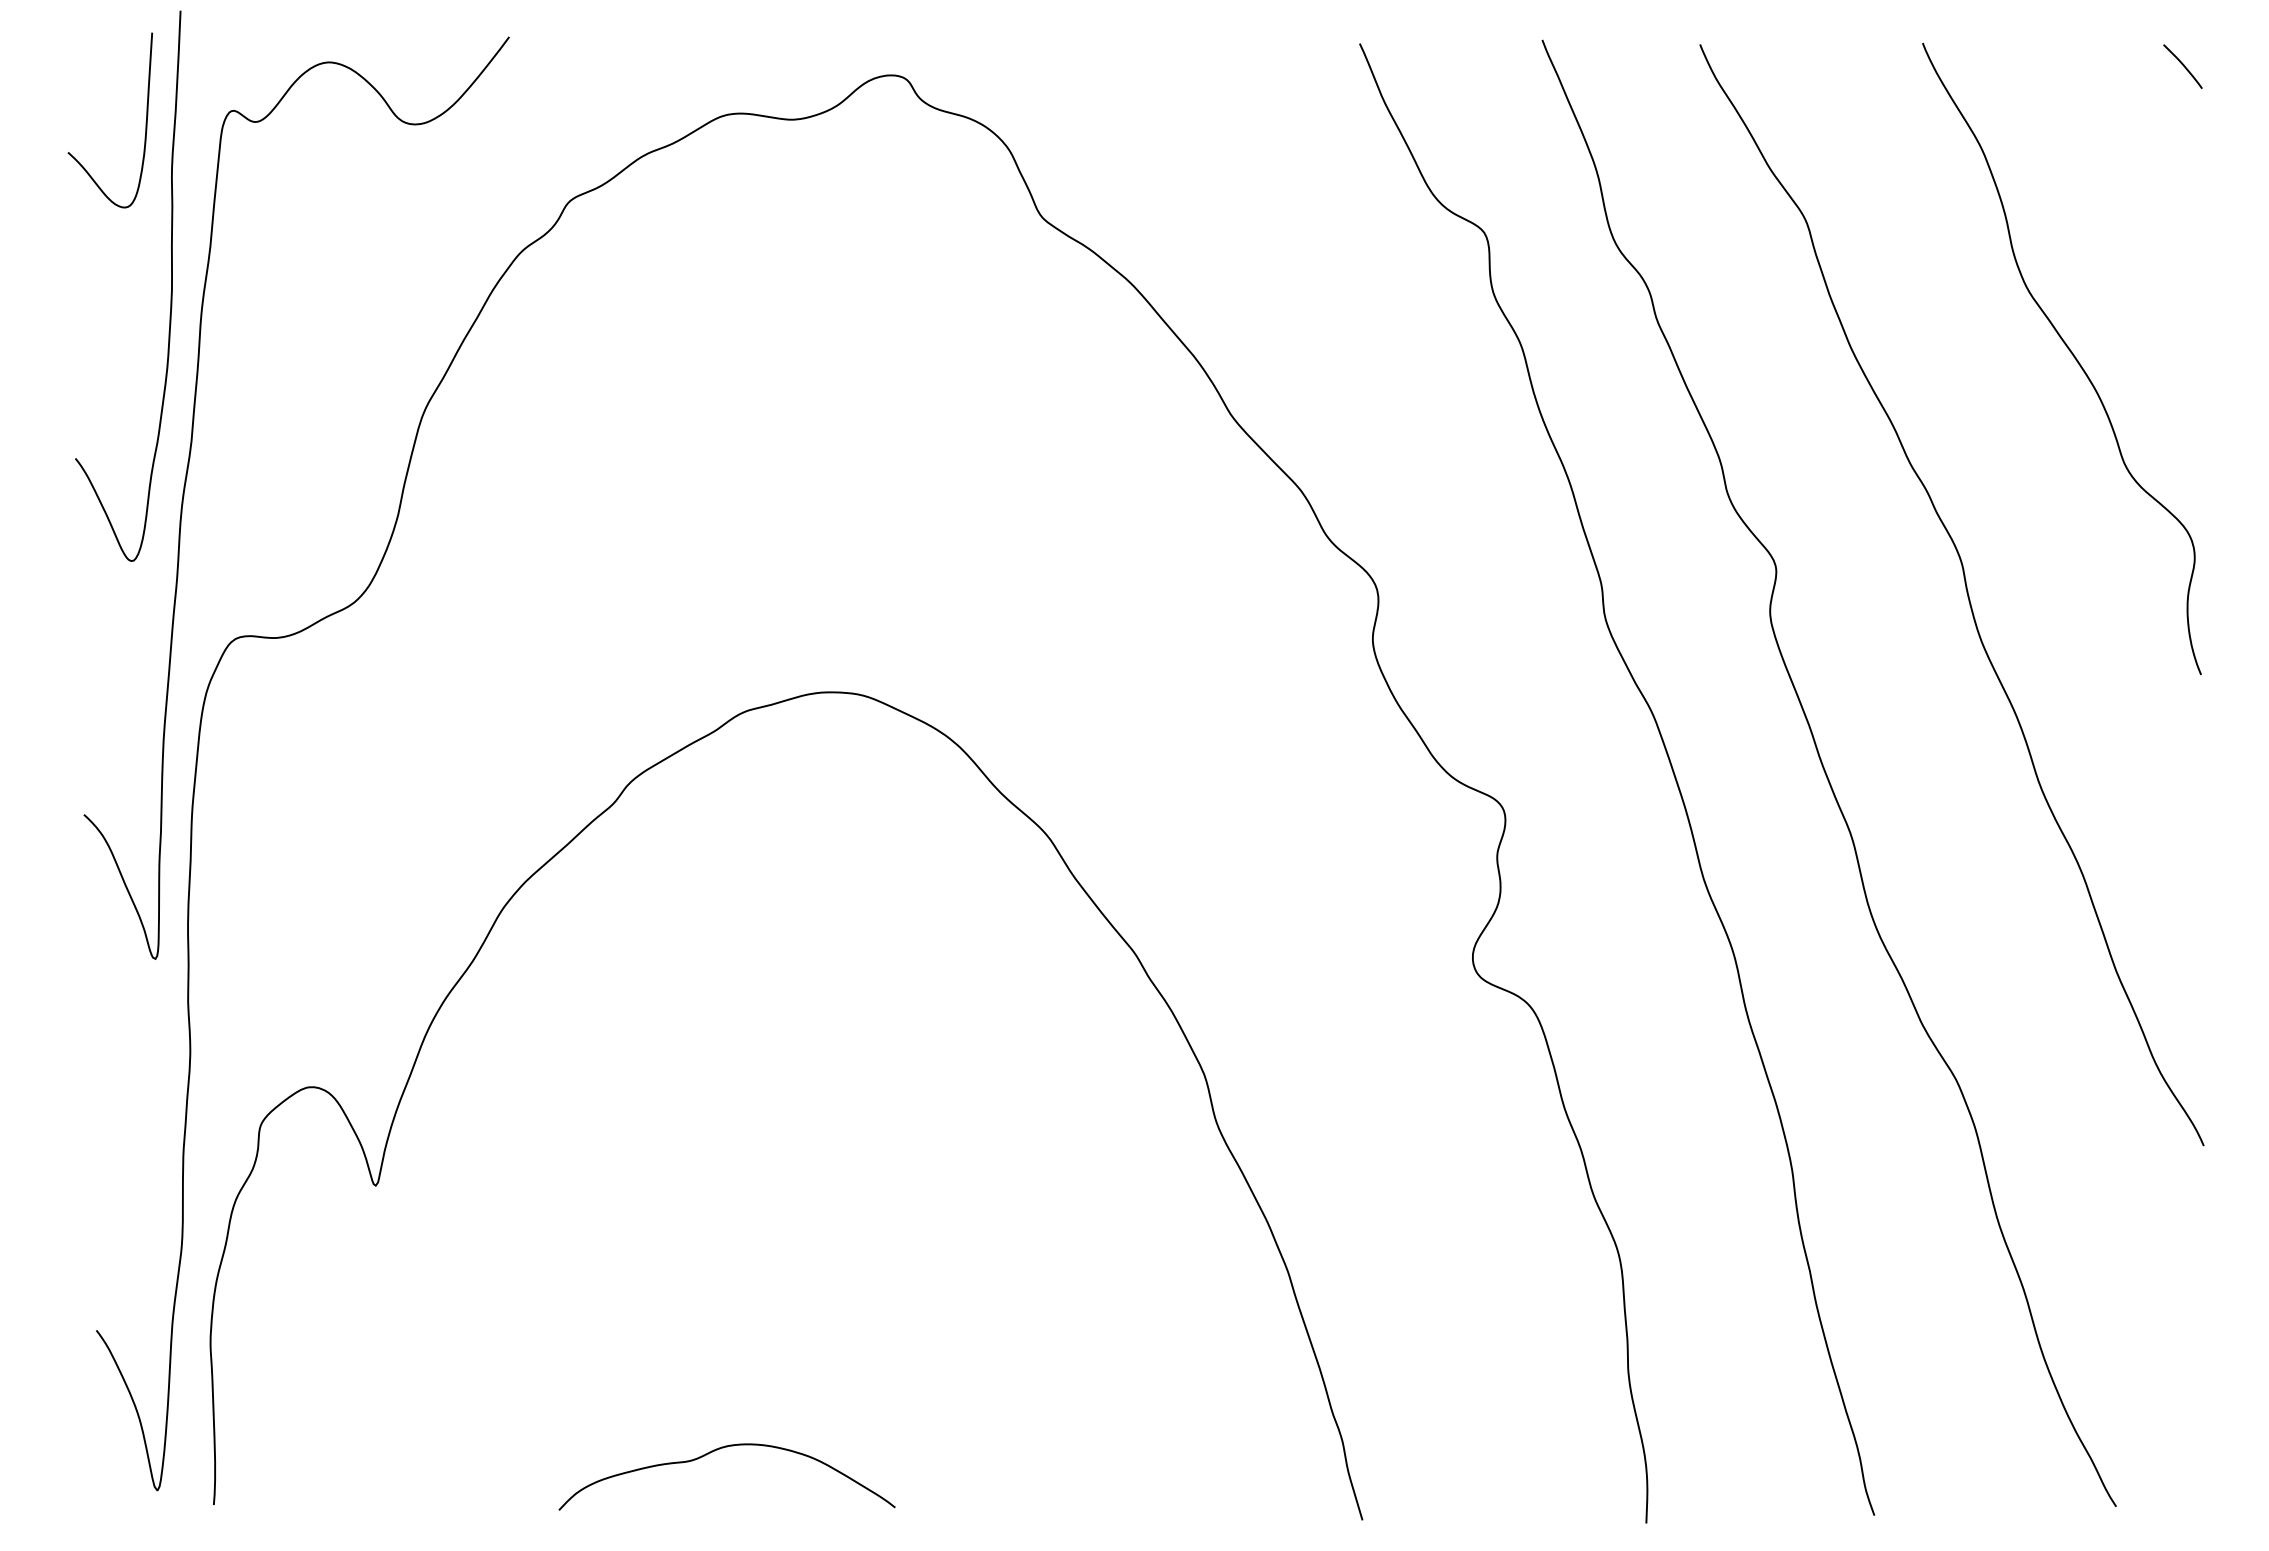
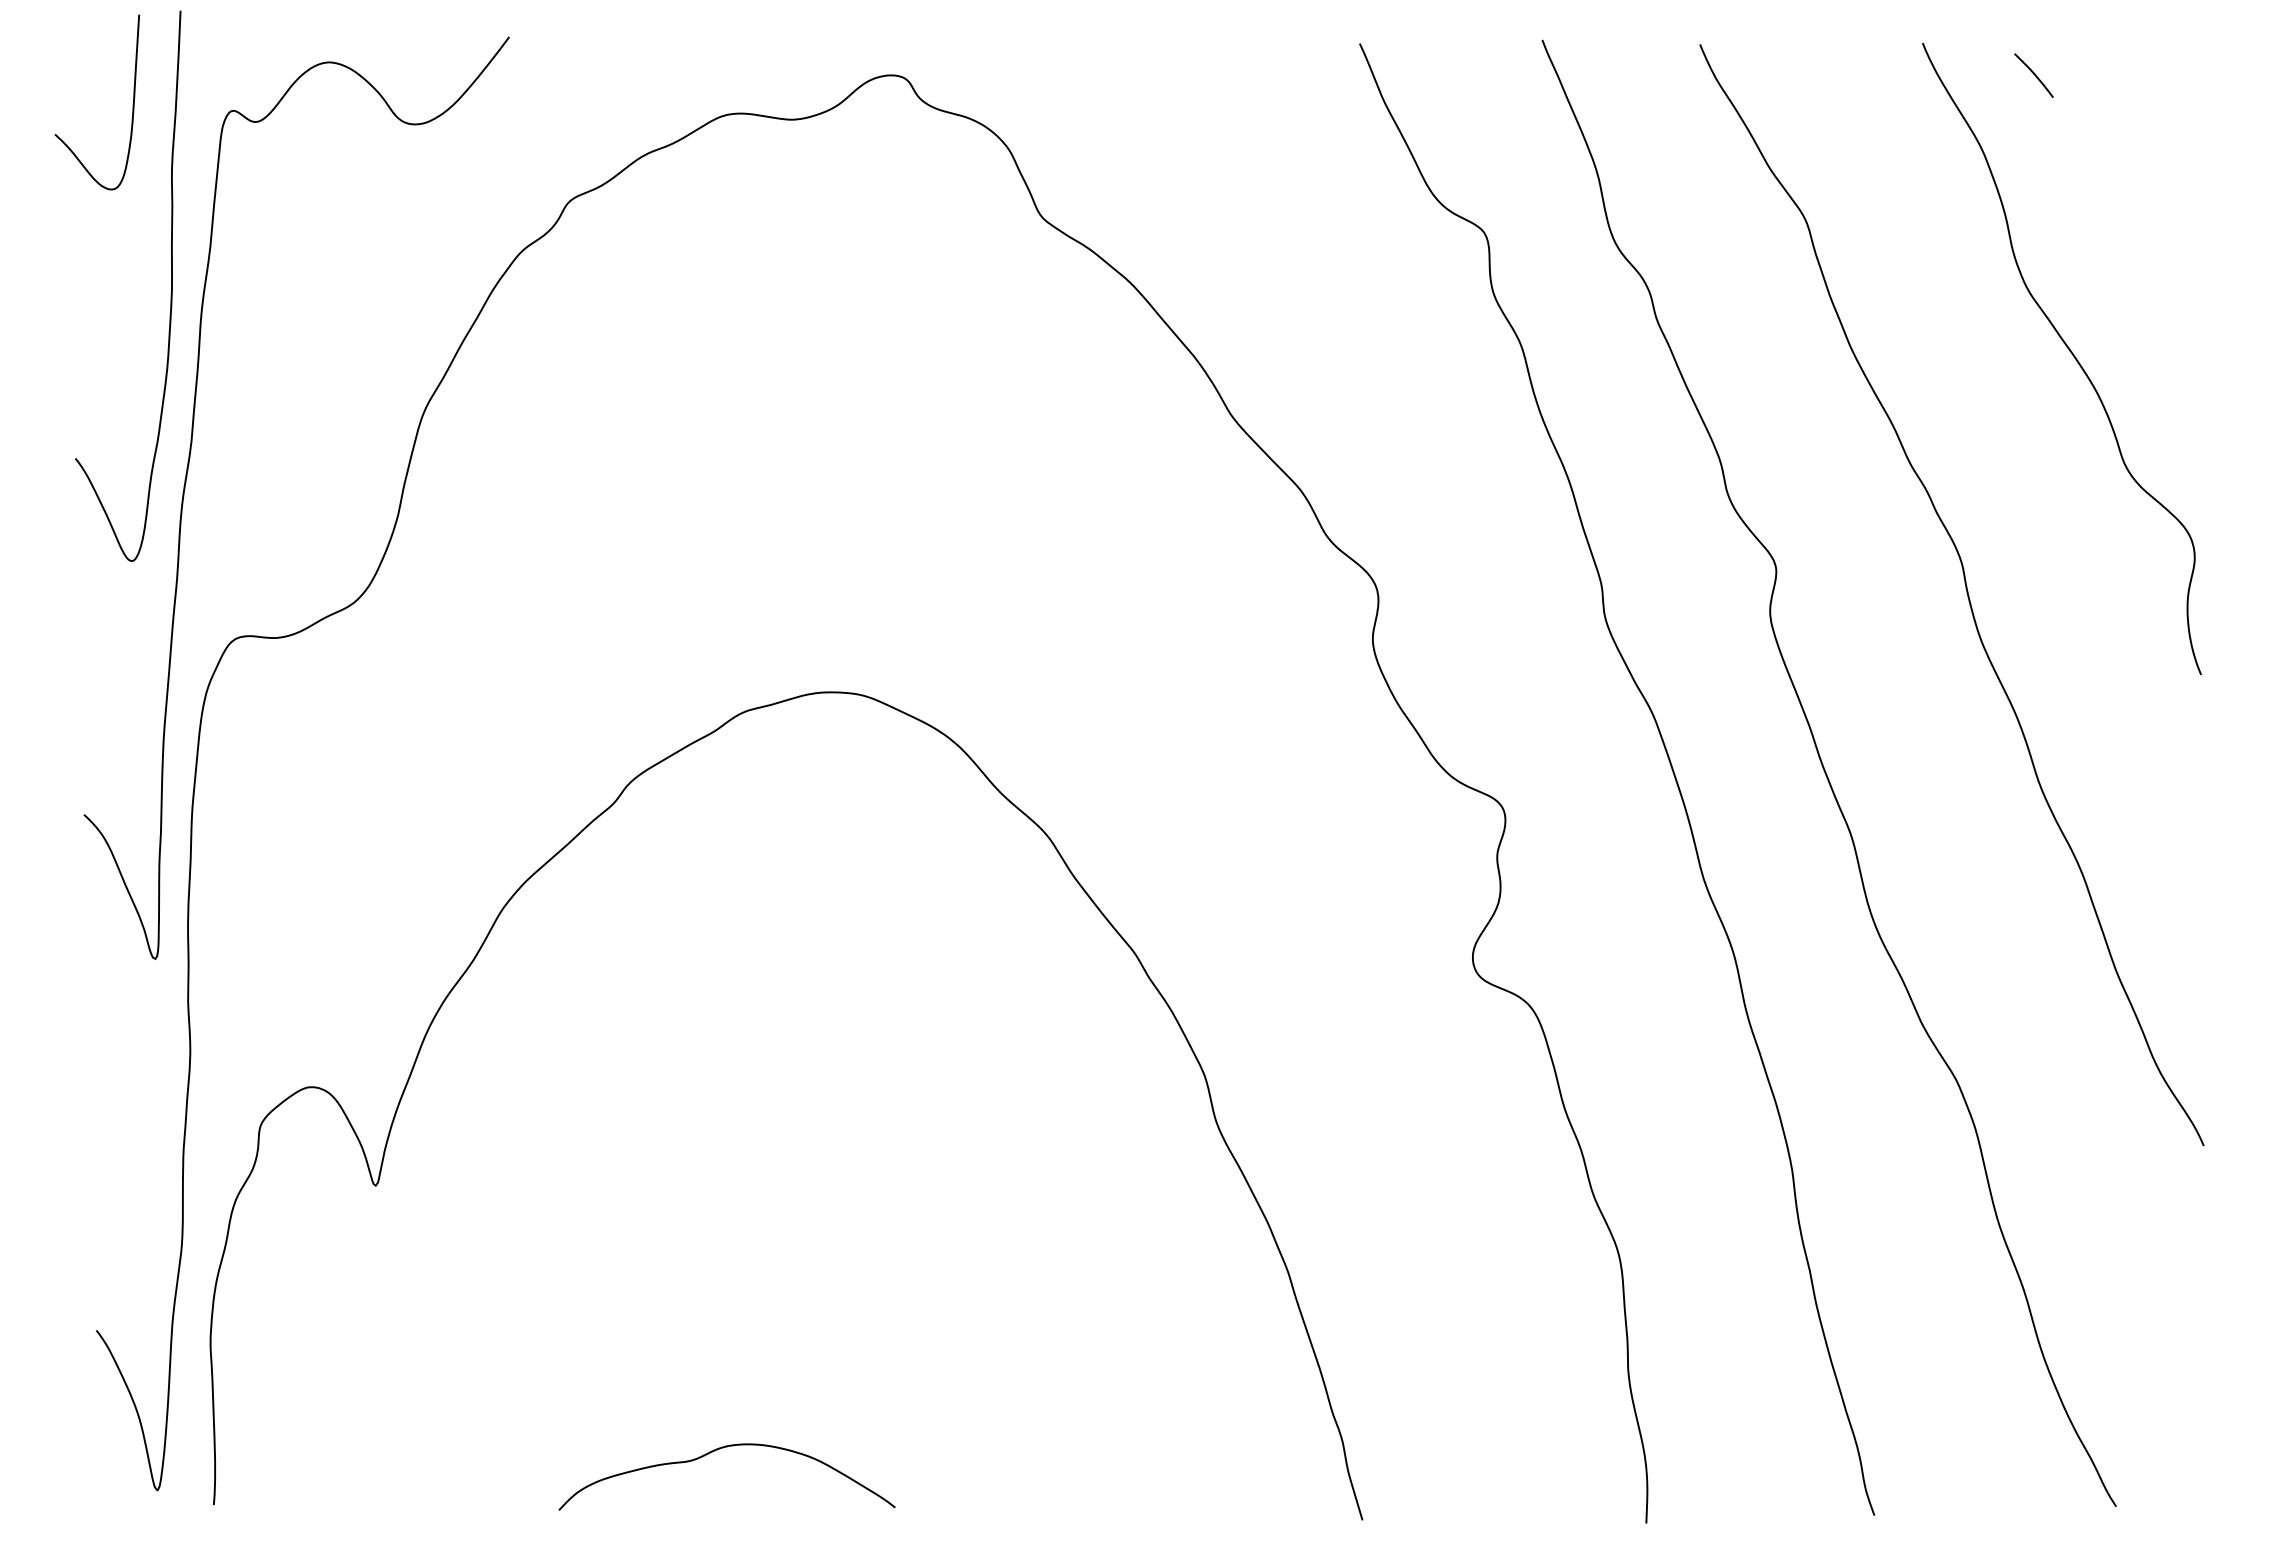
curve at (2182, 65) position: (2182, 65) -> (2033, 74)
curve at (145, 121) position: (145, 121) -> (132, 103)
